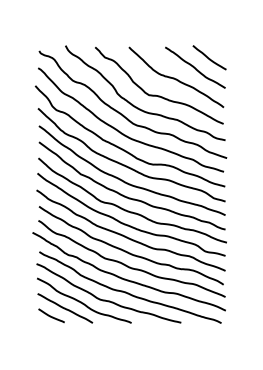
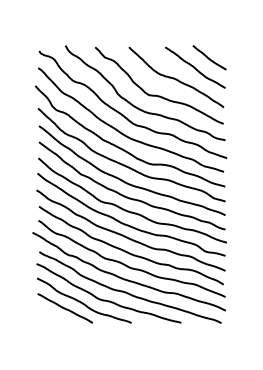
line at (50, 315): present -> none
